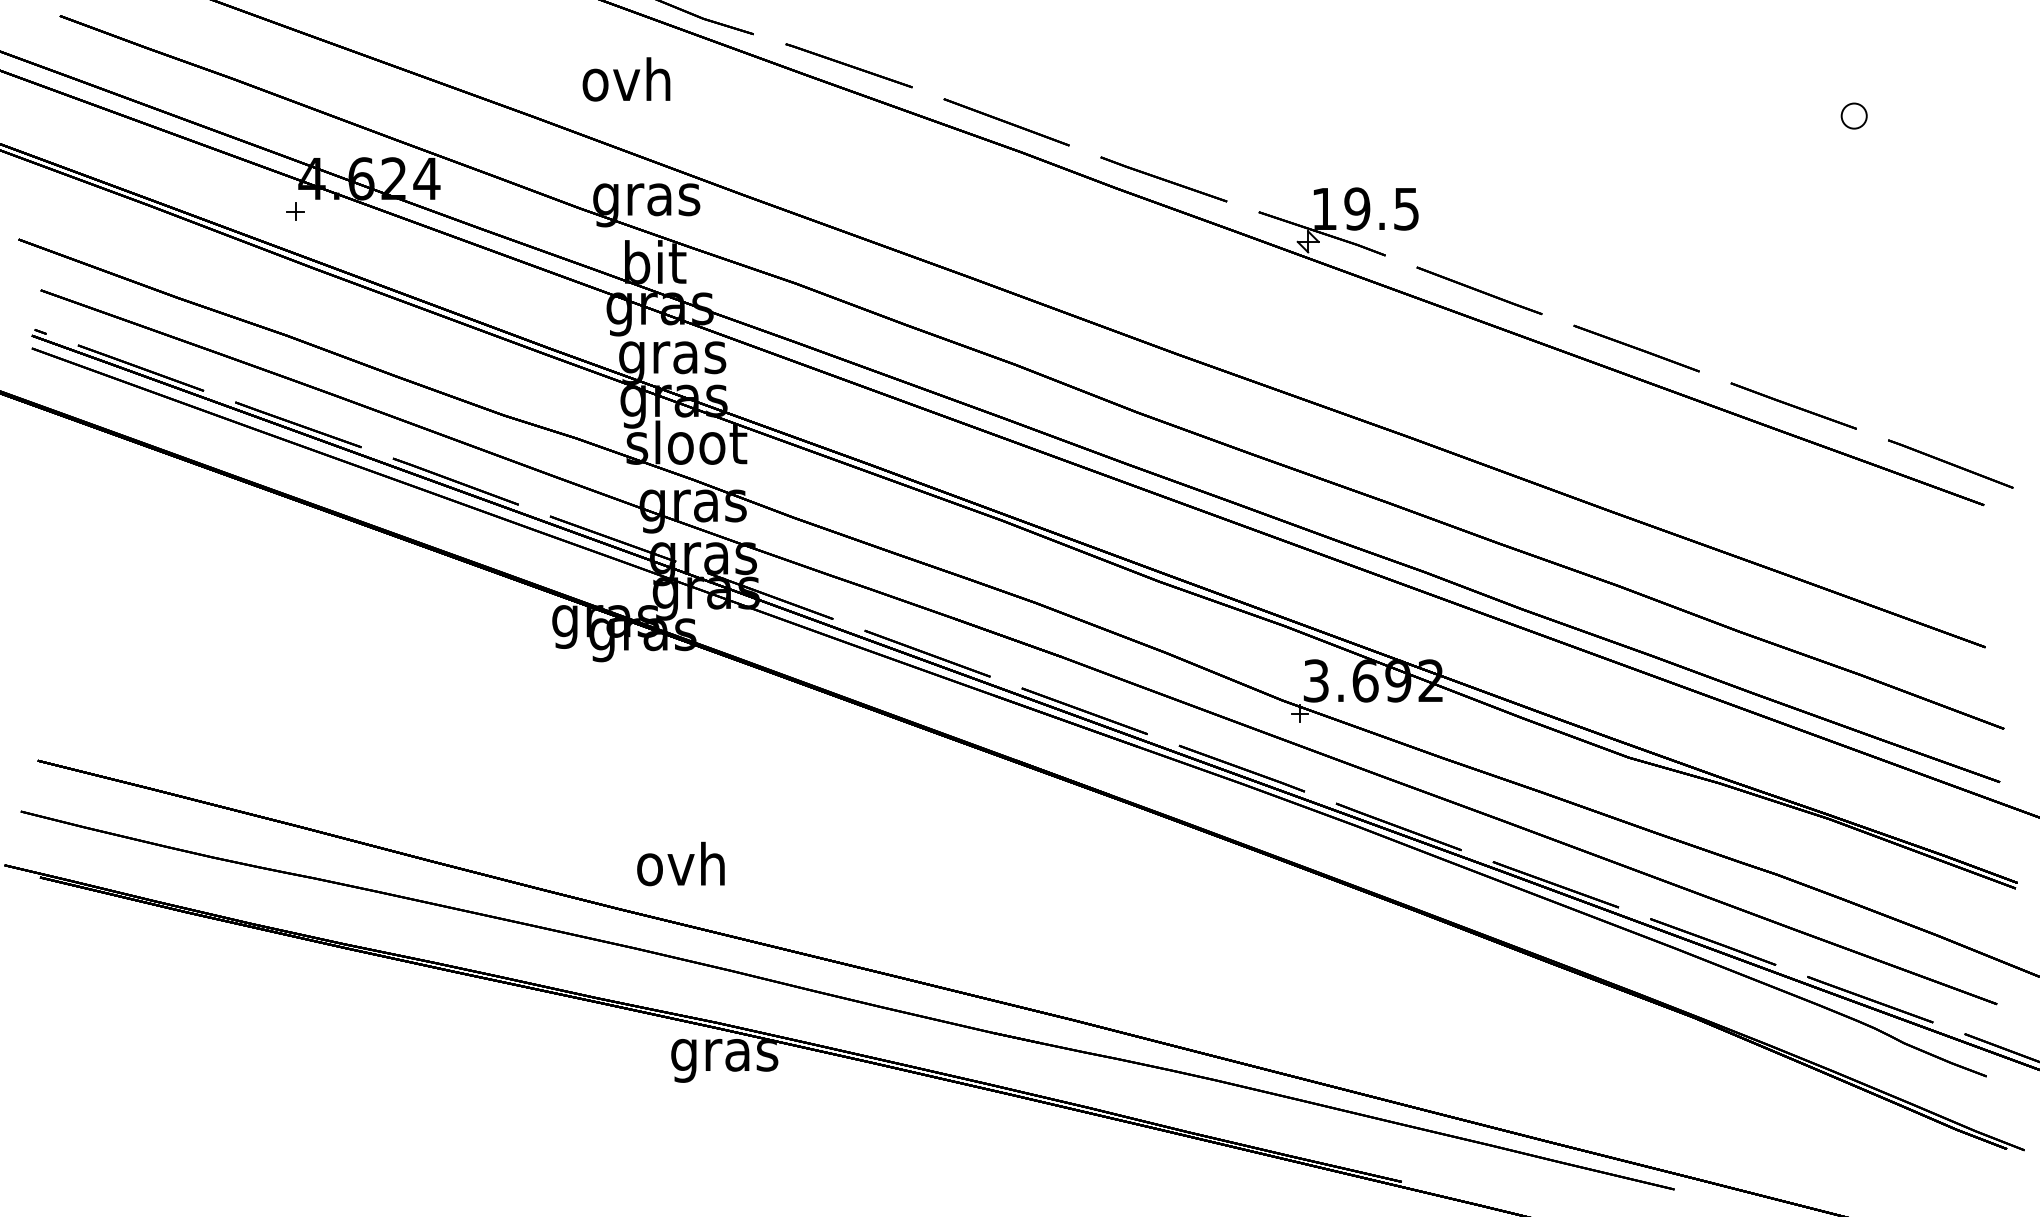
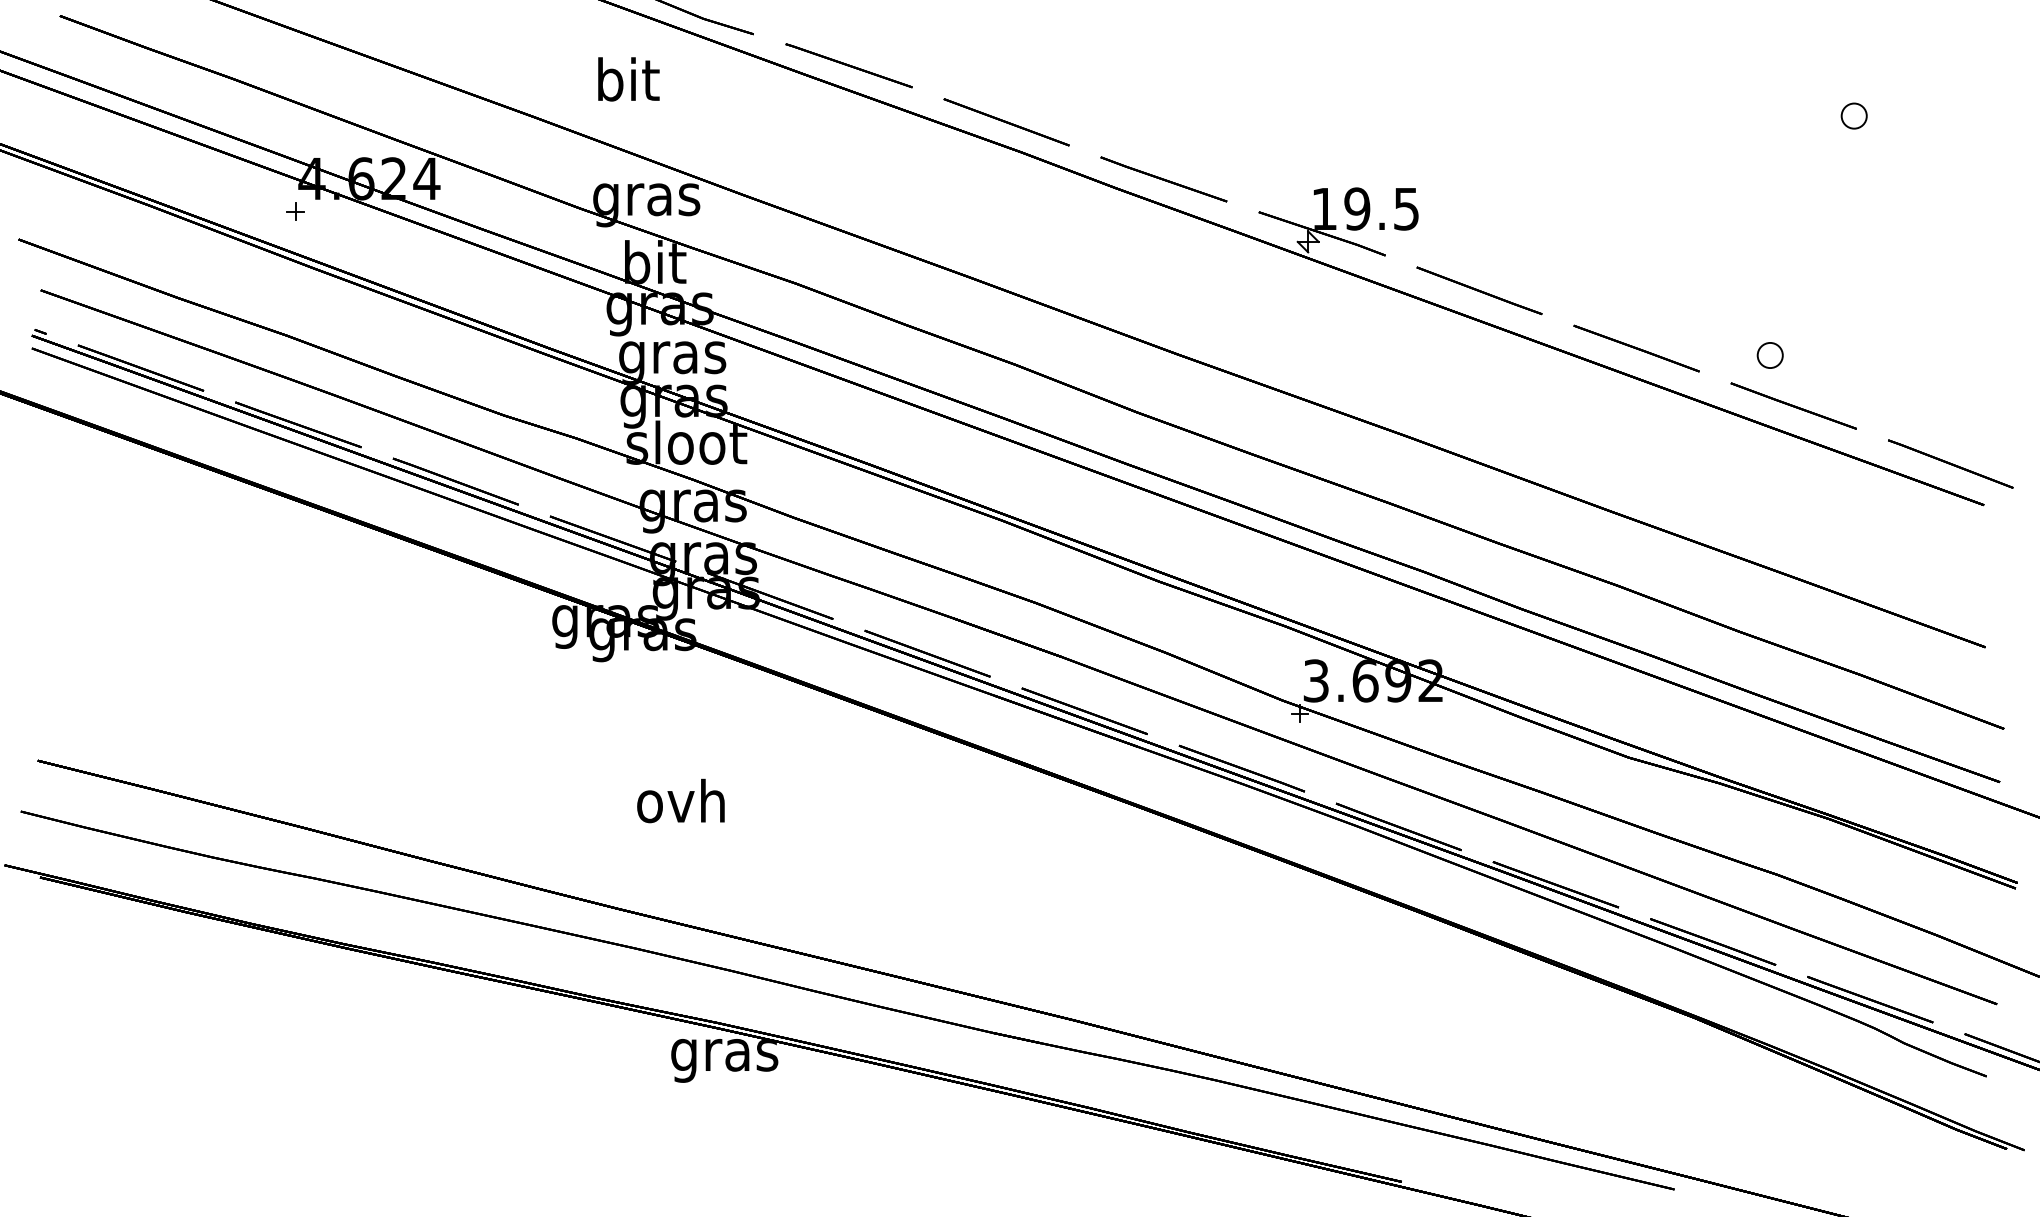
text at (626, 79): ovh -> bit
part at (1769, 355): none -> present
text at (680, 863) position: (680, 863) -> (680, 800)
